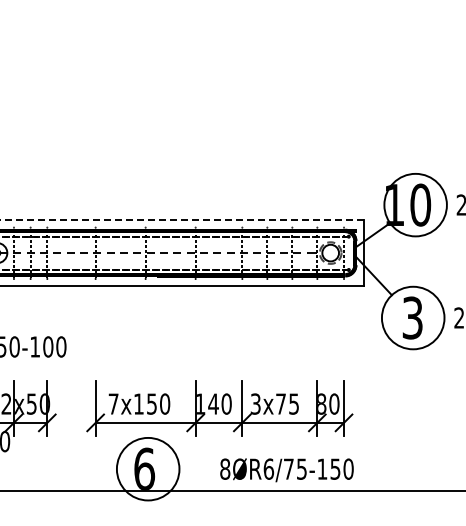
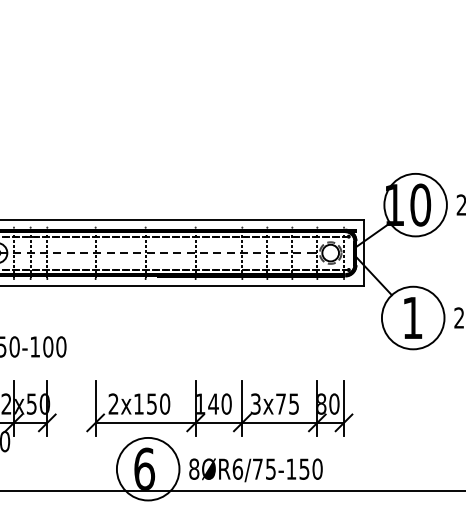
line at (182, 219): dashed -> solid
text at (412, 317): 3 -> 1
text at (113, 403): 7x150 -> 2x150
text at (286, 470) position: (286, 470) -> (255, 470)
